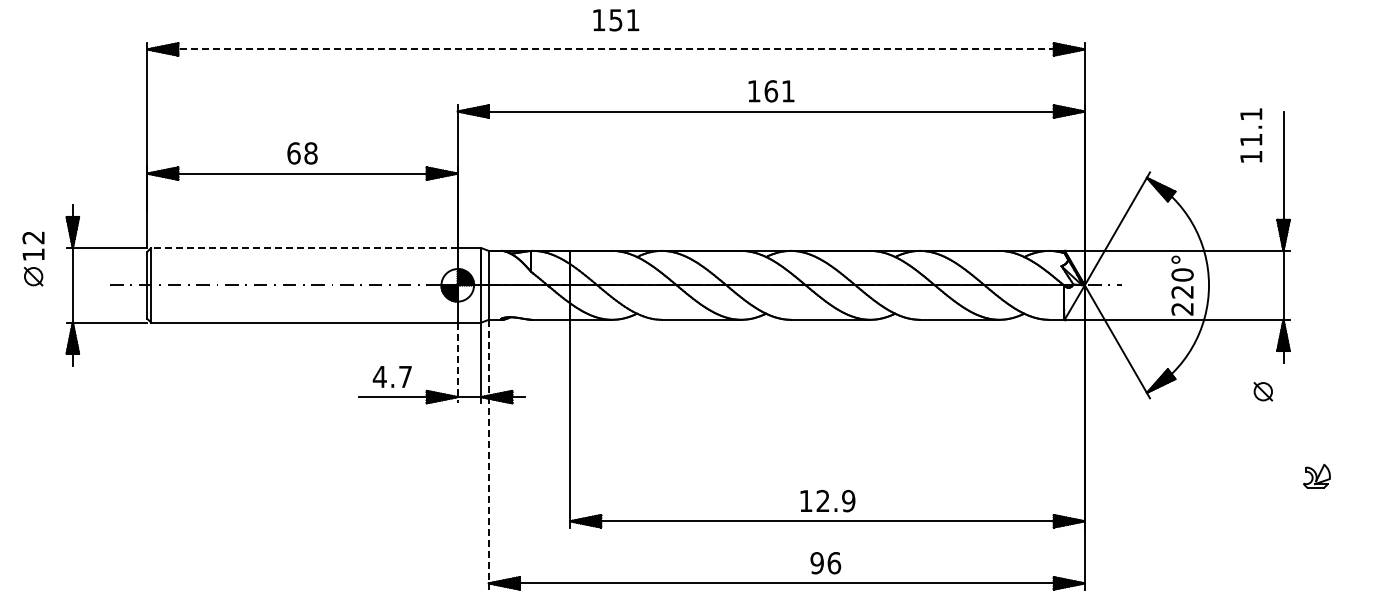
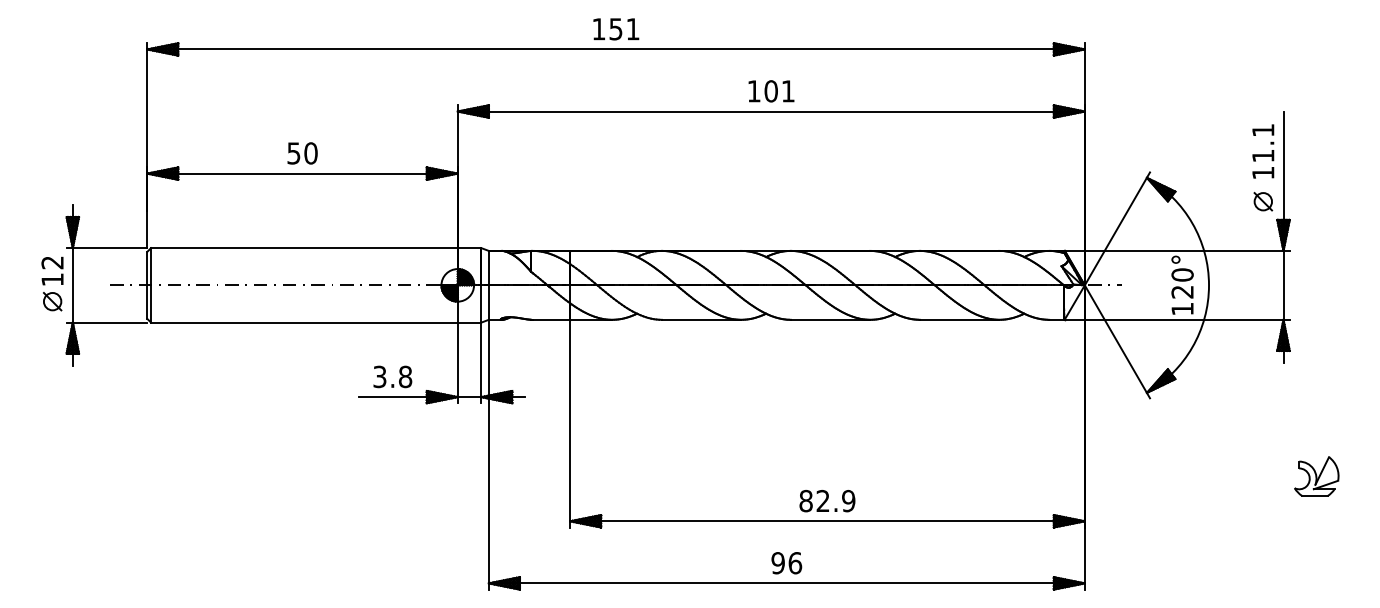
text at (616, 20) position: (616, 20) -> (616, 29)
line at (616, 49): dashed -> solid
text at (771, 91): 161 -> 101
text at (1251, 135) position: (1251, 135) -> (1263, 151)
text at (302, 153): 68 -> 50
line at (303, 248): dashed -> solid
part at (33, 258) position: (33, 258) -> (52, 283)
text at (1182, 309): 220° -> 120°
line at (457, 363): dashed -> solid
text at (392, 376): 4.7 -> 3.8
part at (1263, 391) position: (1263, 391) -> (1263, 201)
line at (488, 454): dashed -> solid
part at (1316, 476) size: 28x25 px -> 46x41 px
text at (805, 500): 12.9 -> 82.9
text at (825, 563) position: (825, 563) -> (786, 563)
